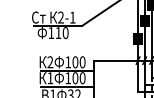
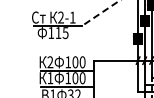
line at (101, 13): solid -> dashed
text at (65, 32): 110 -> 115
